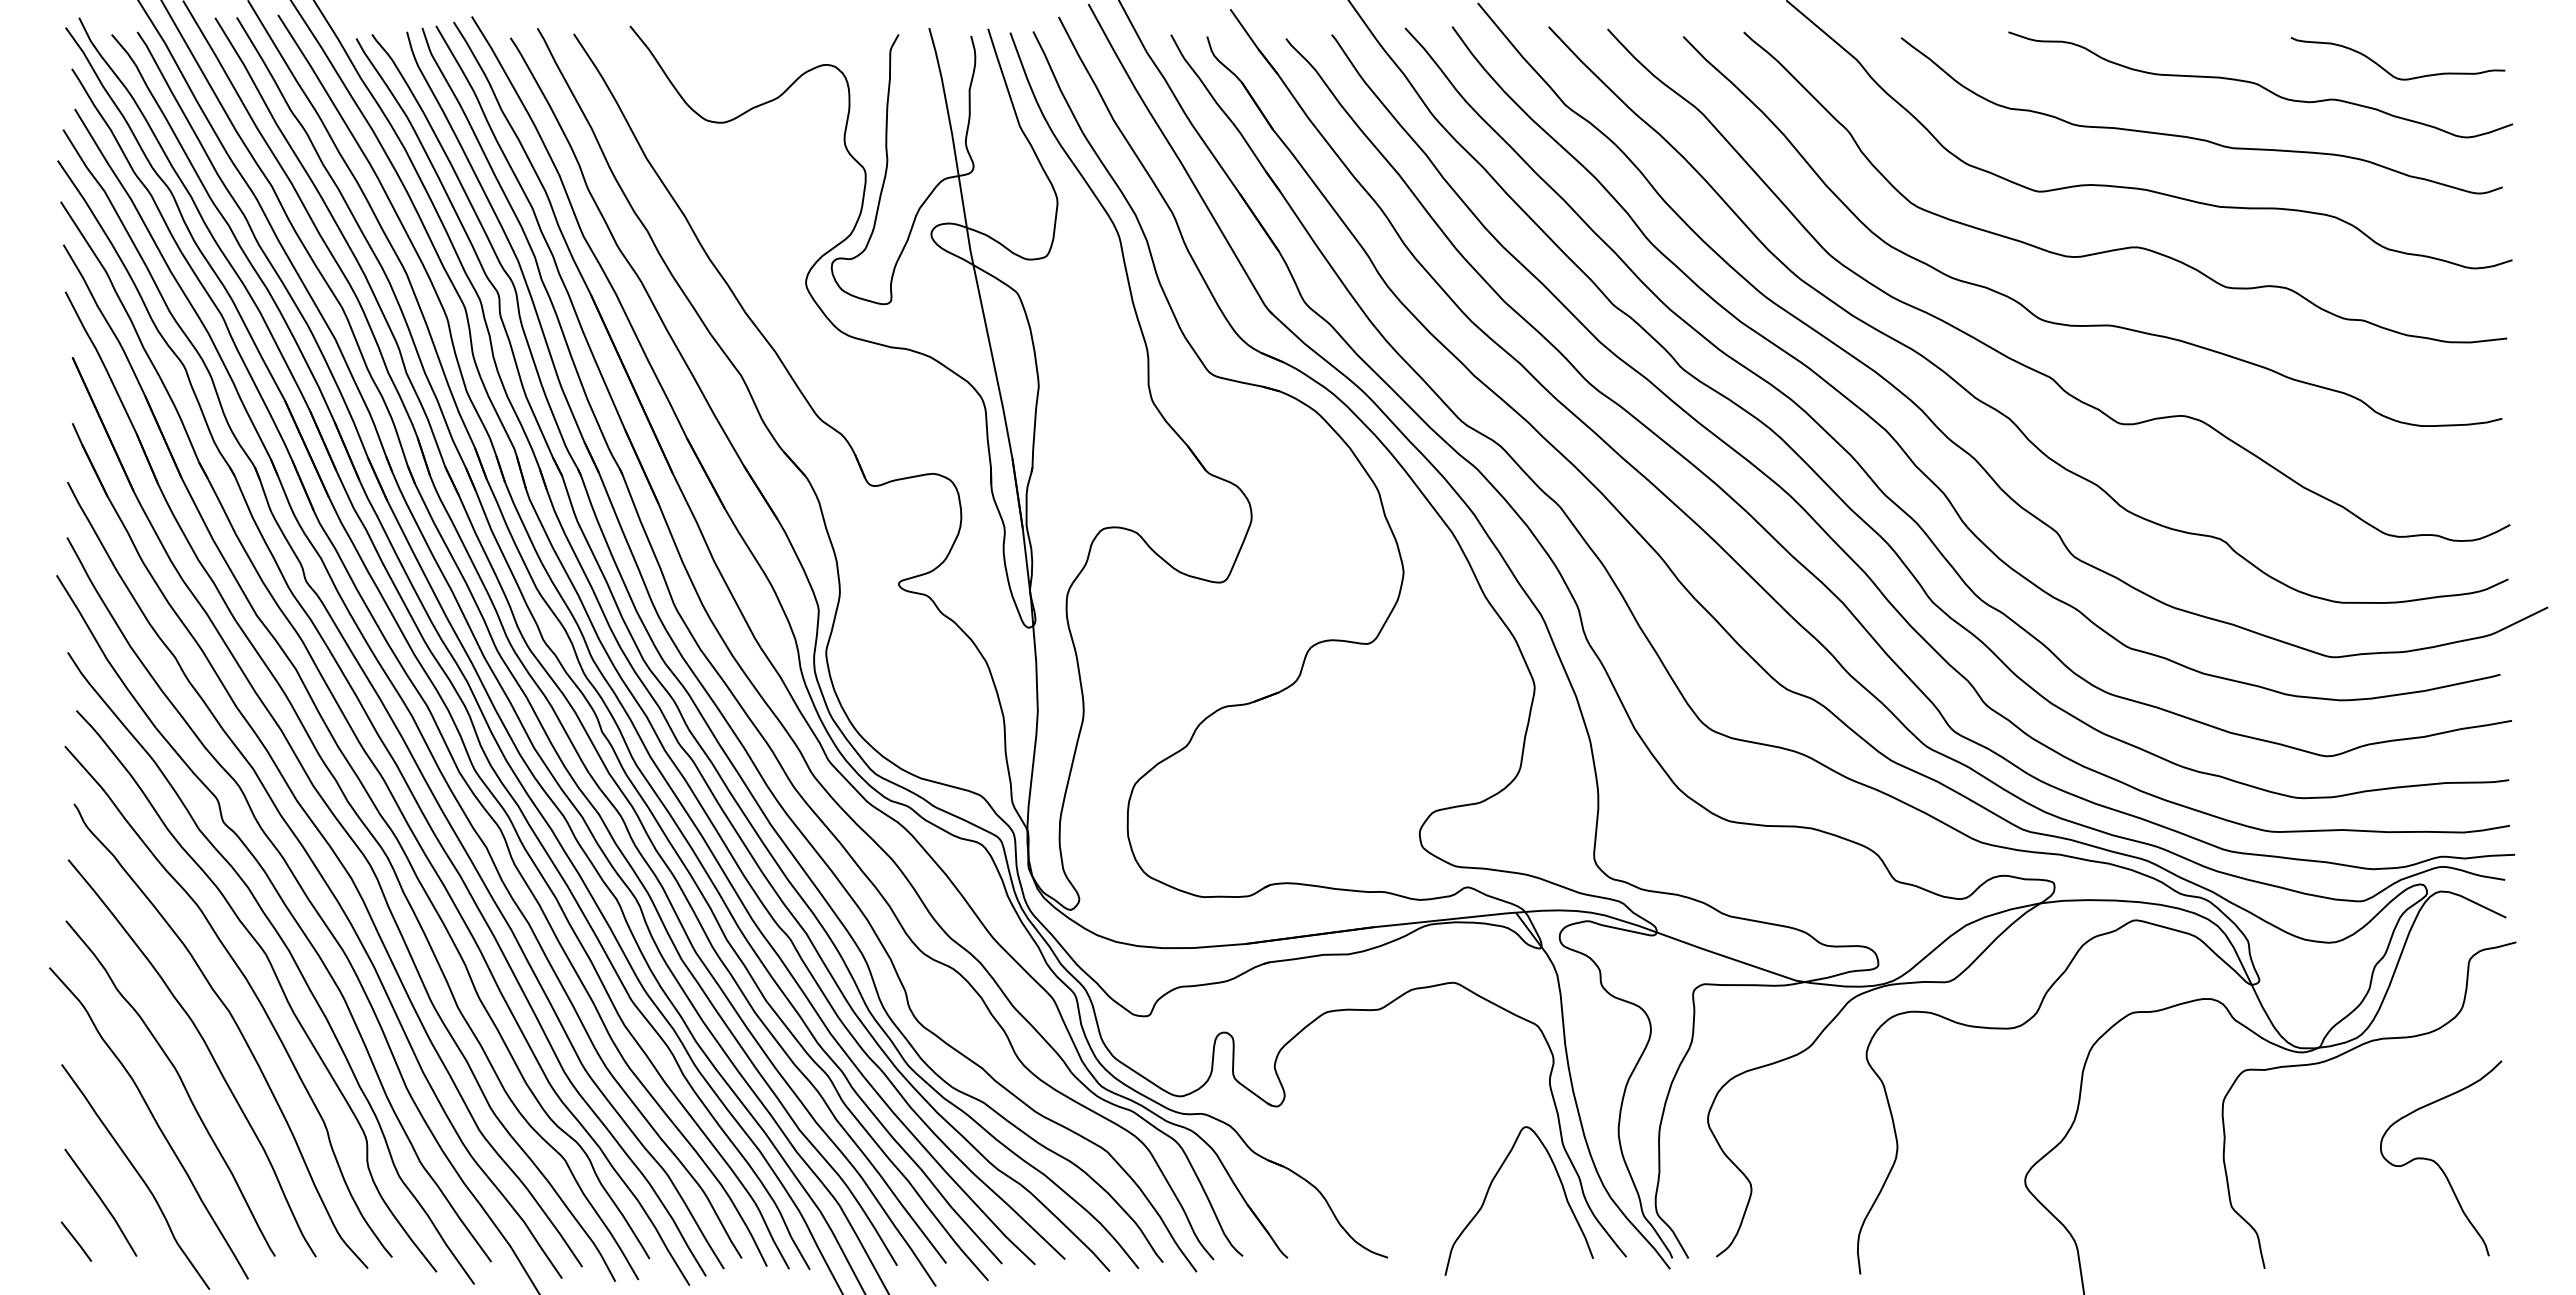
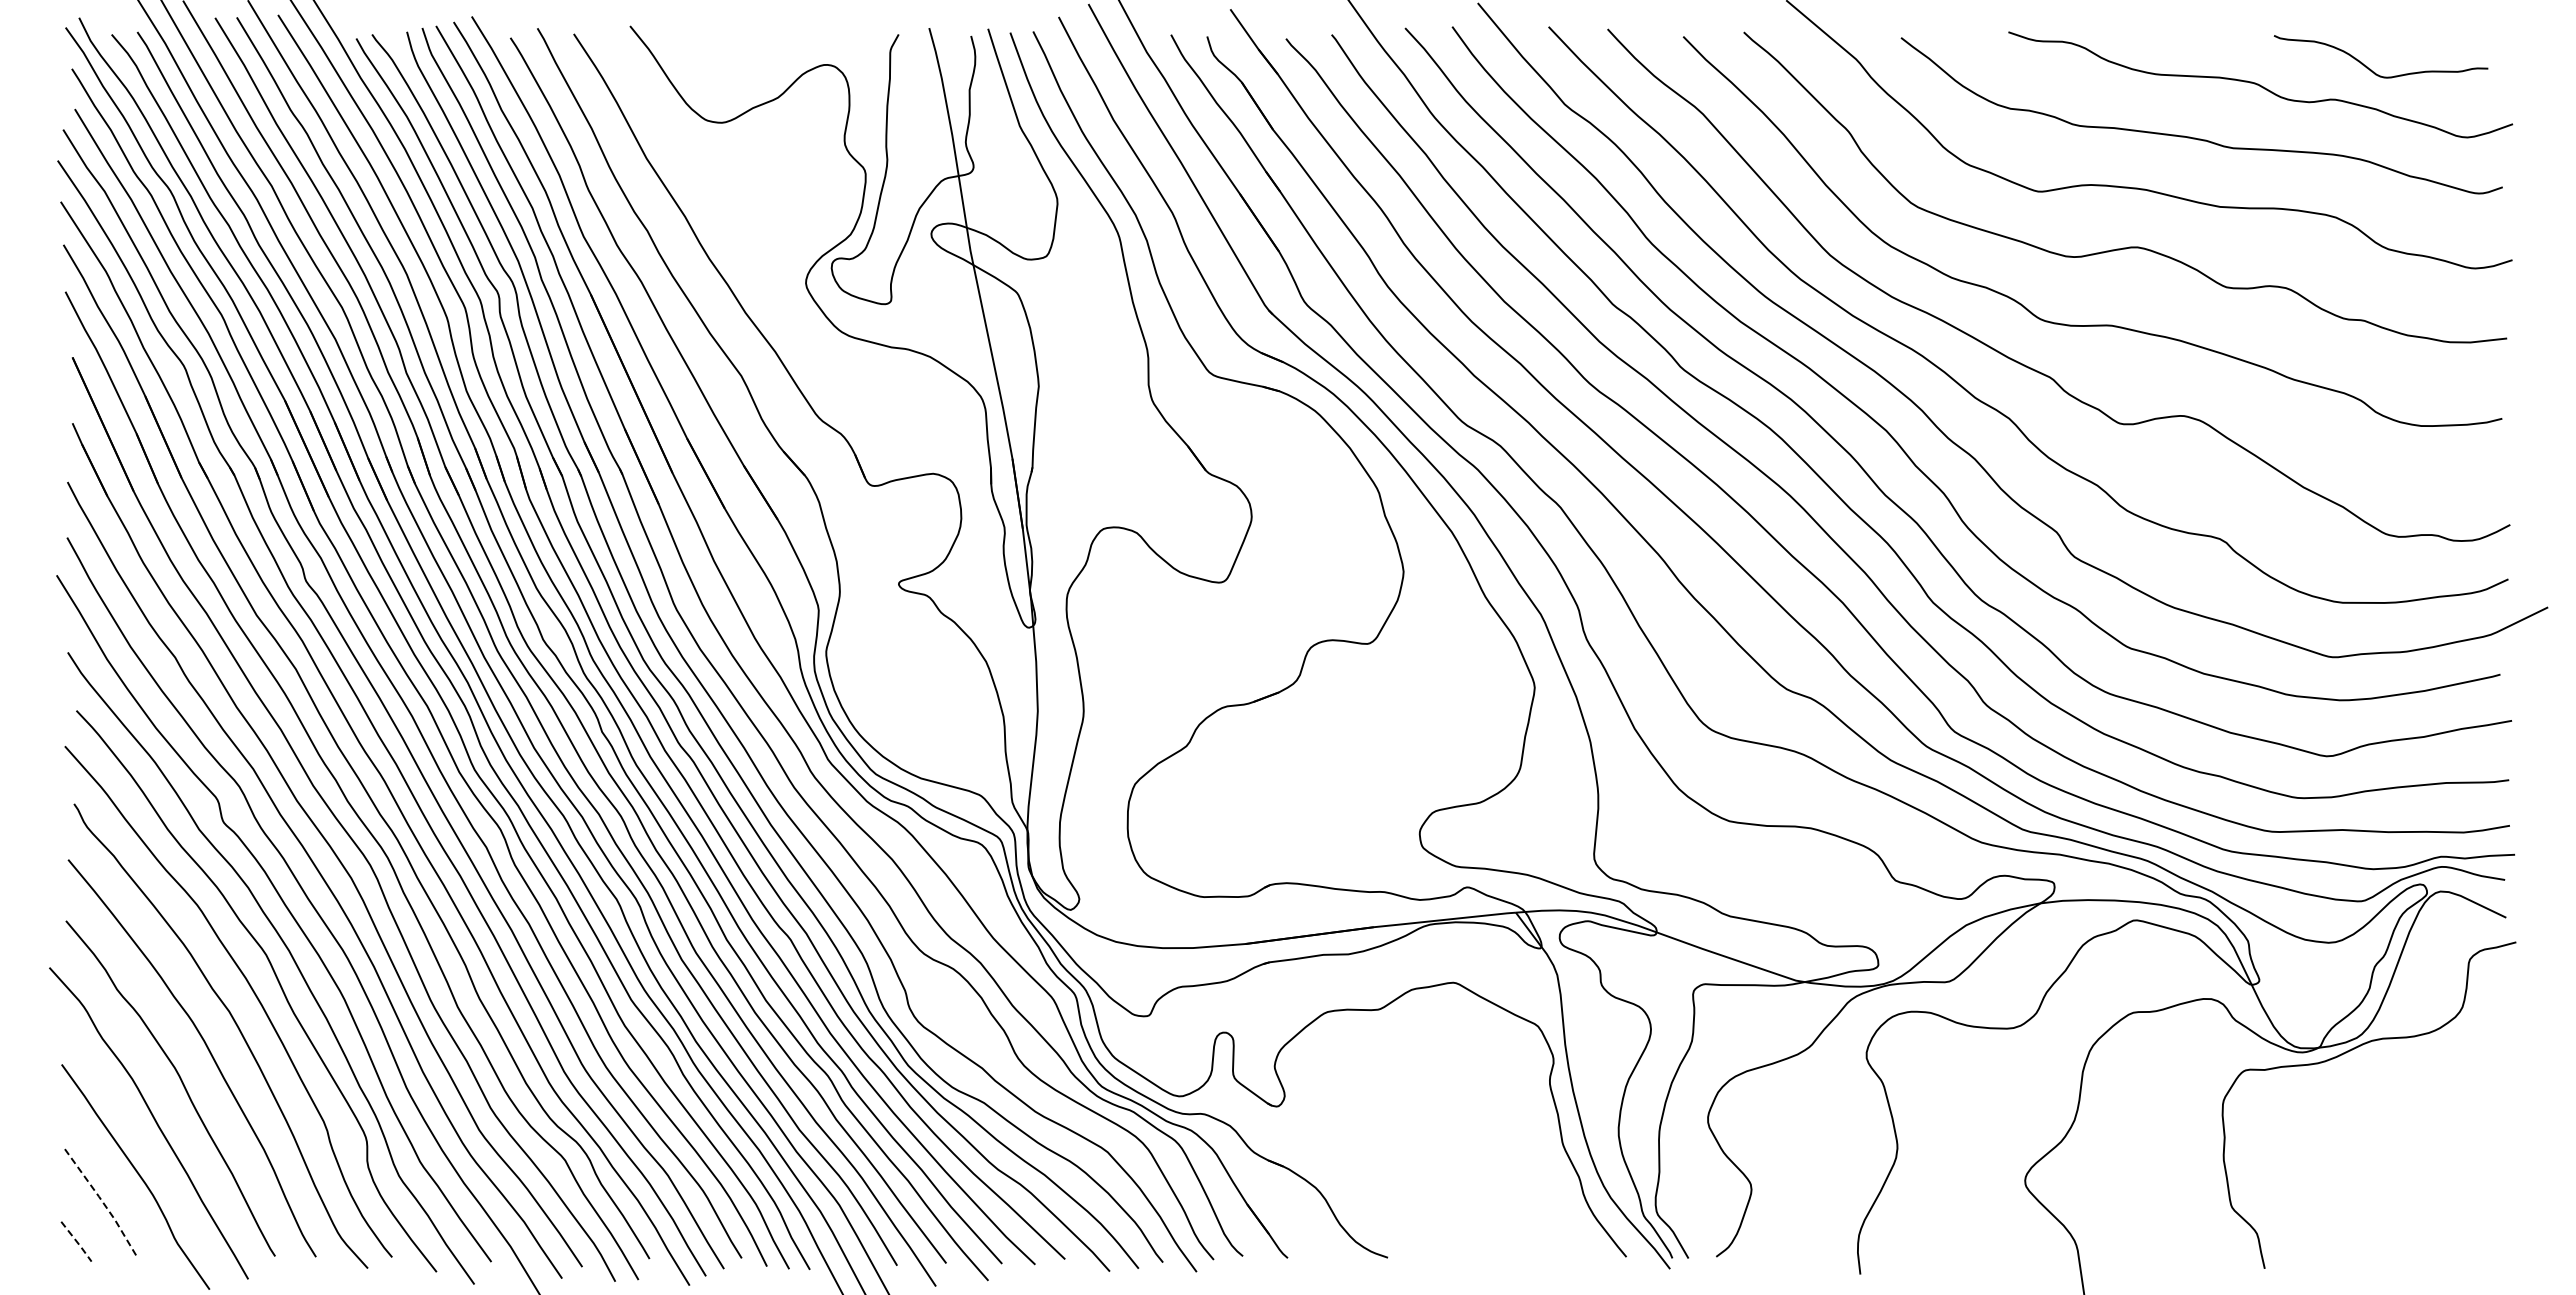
curve at (2387, 70) position: (2387, 70) -> (2370, 68)
curve at (2438, 1163): present -> none
curve at (1489, 1190): present -> none
line at (102, 1202): solid -> dashed
line at (77, 1242): solid -> dashed
